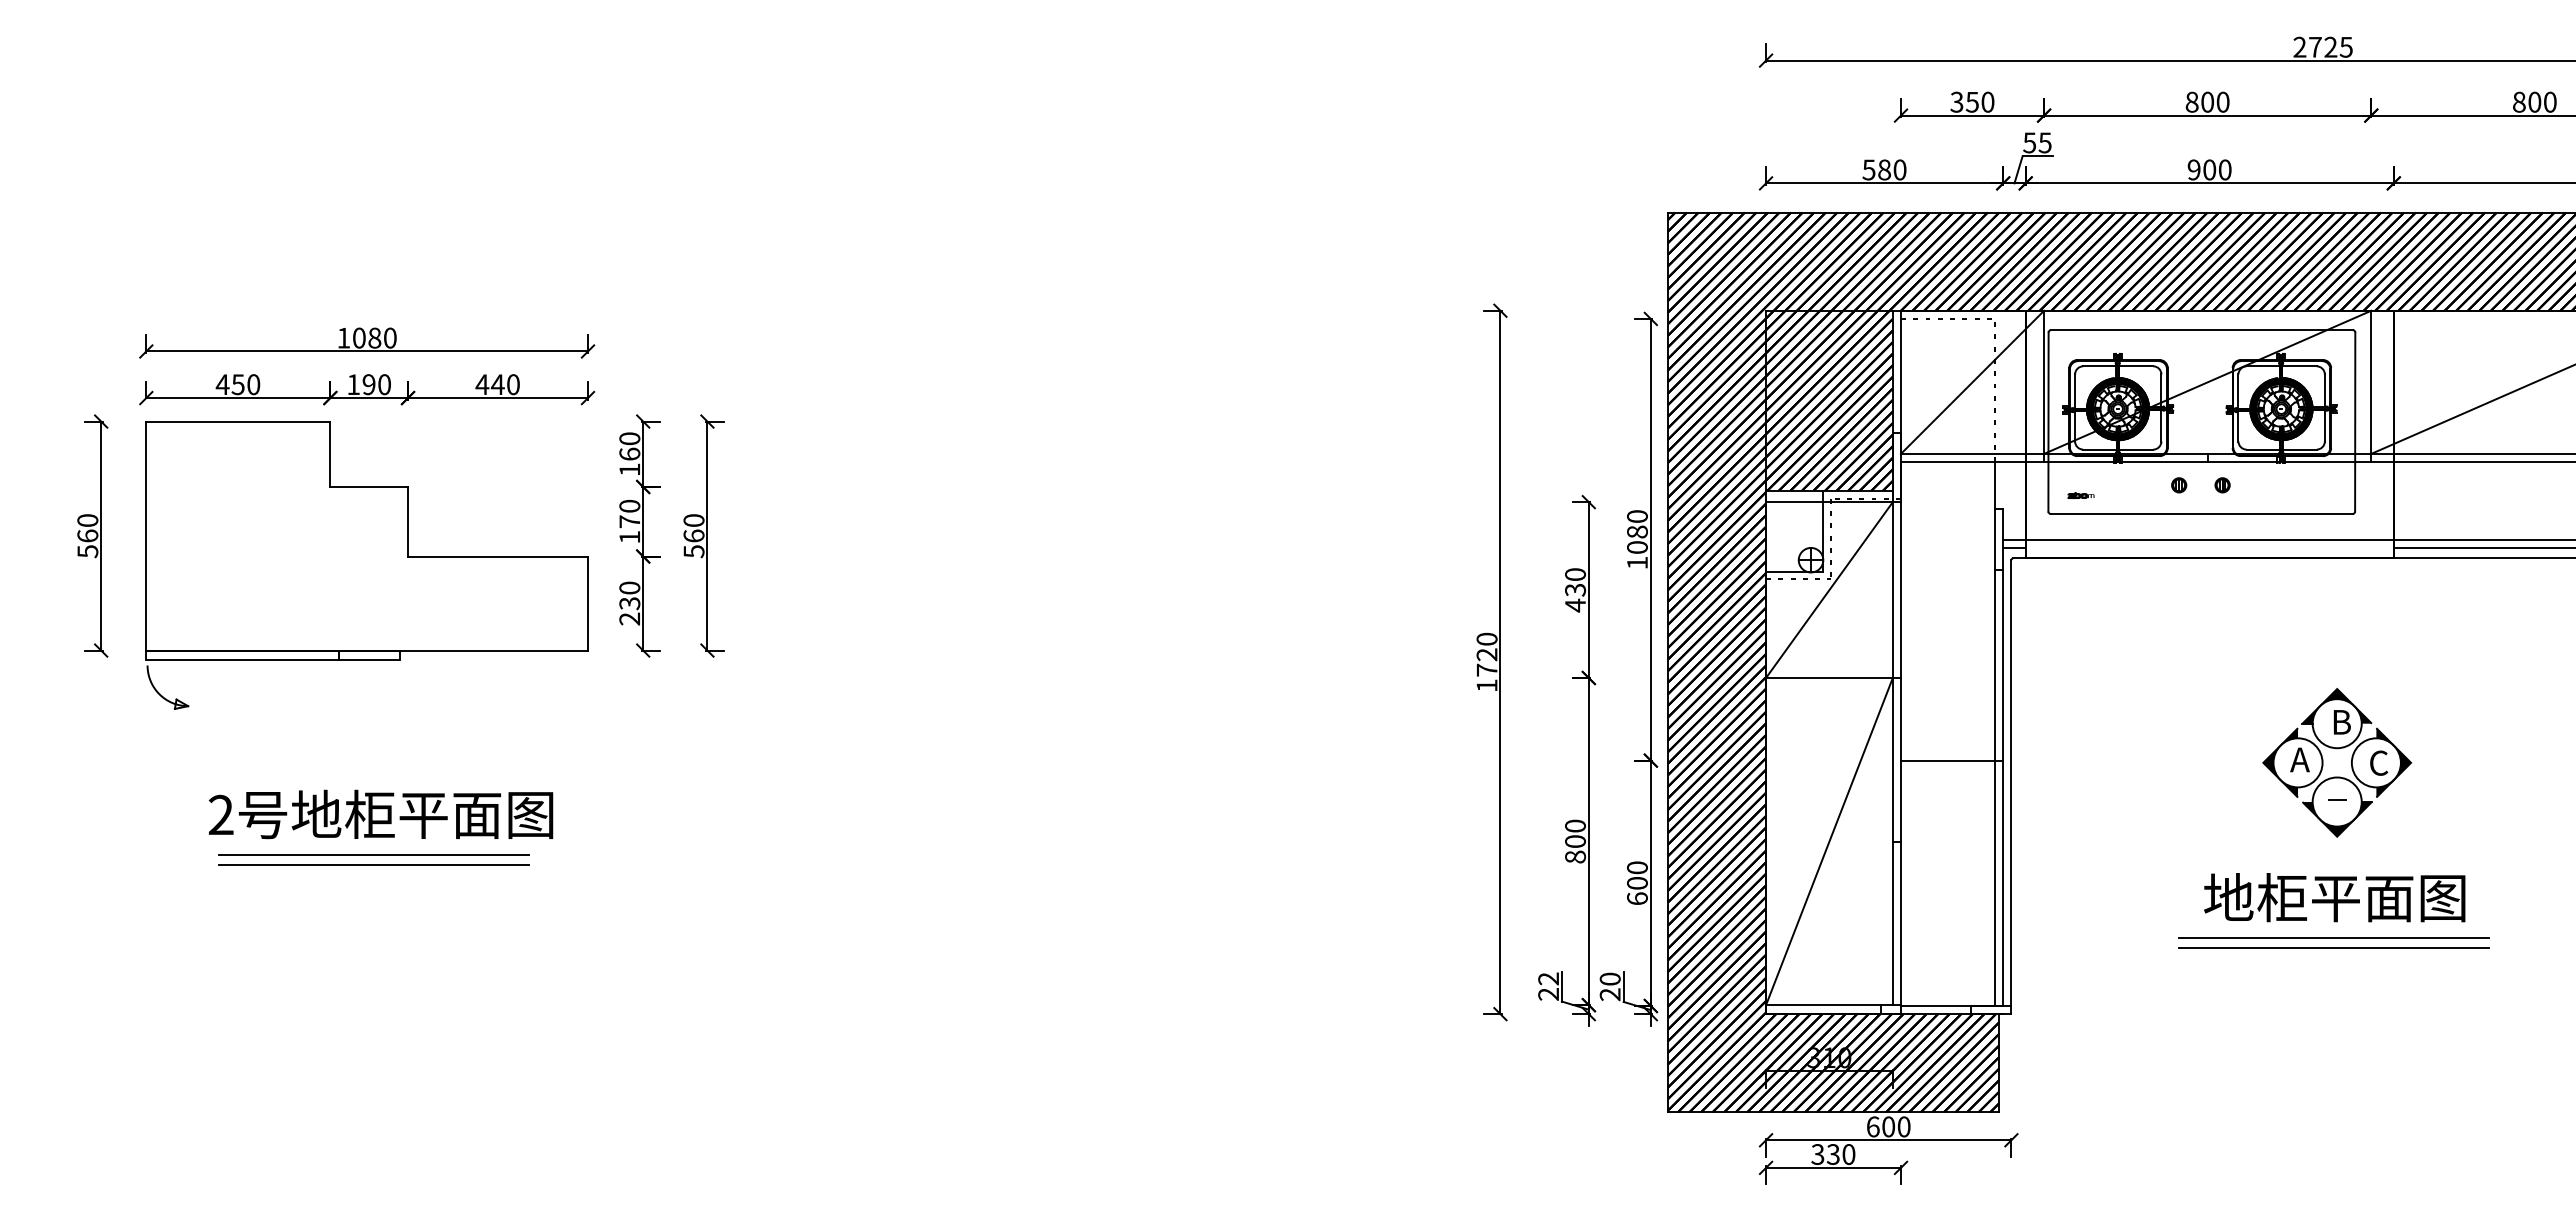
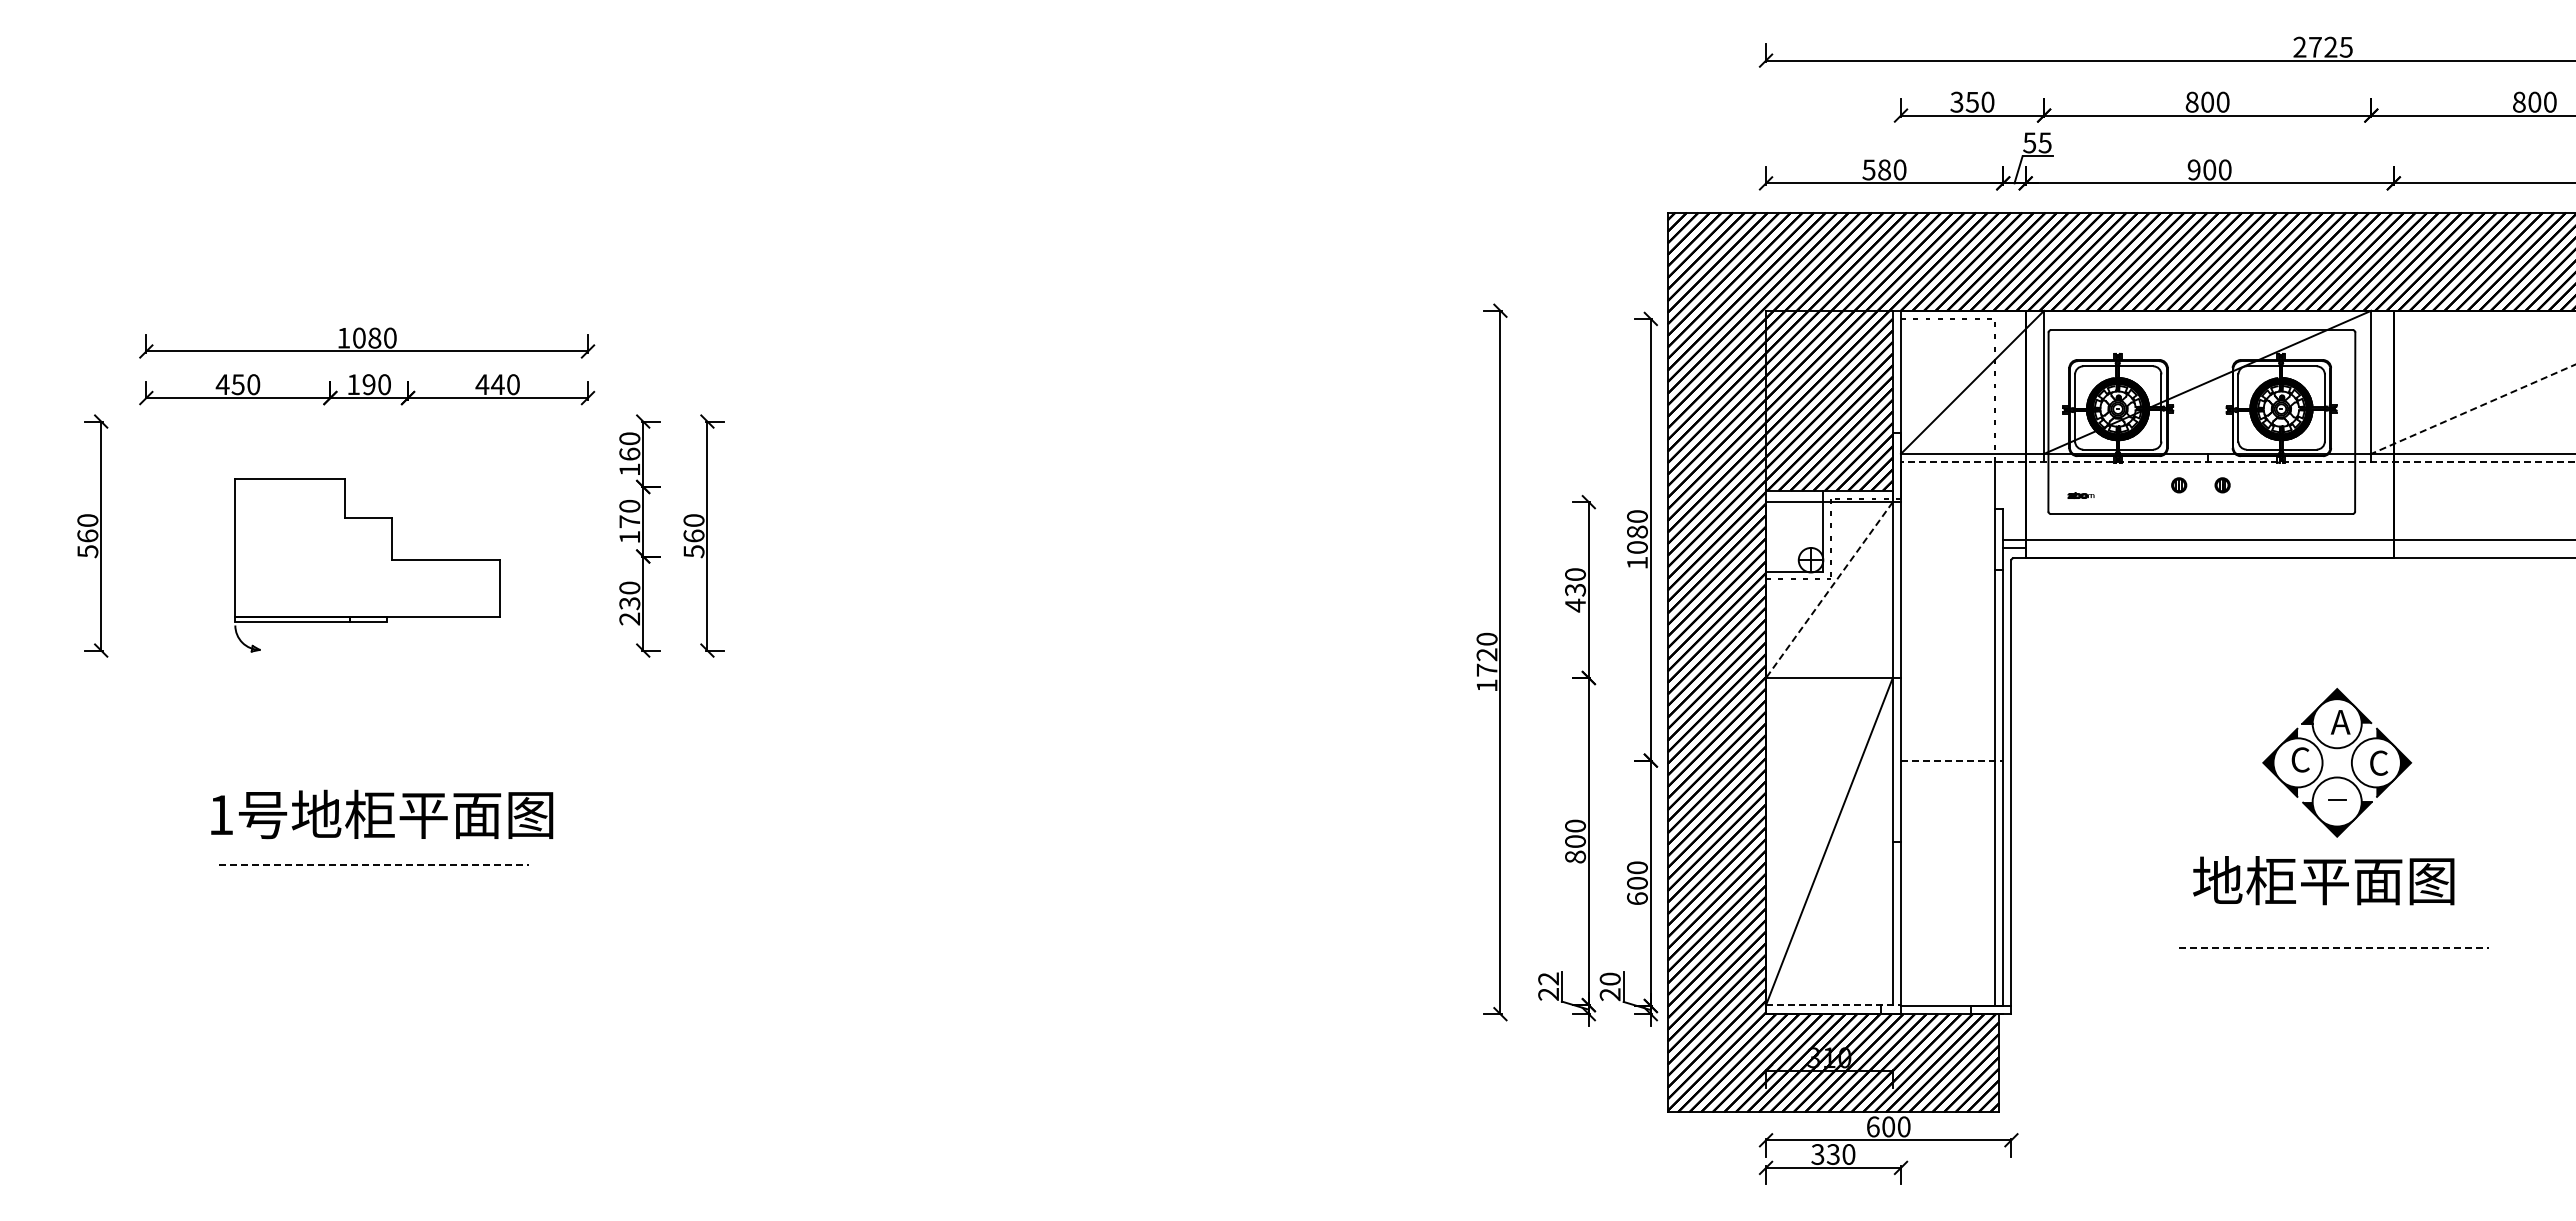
line at (2472, 409): solid -> dashed
line at (2237, 462): solid -> dashed
line at (2482, 547): present -> none
part at (366, 565) size: 444x289 px -> 267x175 px
line at (1829, 590): solid -> dashed
text at (2340, 722): B -> A
text at (2299, 759): A -> C
line at (1952, 760): solid -> dashed
text at (220, 814): 2 -> 1
line at (373, 855): present -> none
line at (374, 864): solid -> dashed
text at (2334, 897) position: (2334, 897) -> (2323, 880)
line at (2333, 938): present -> none
line at (2334, 947): solid -> dashed
line at (1834, 1005): solid -> dashed
